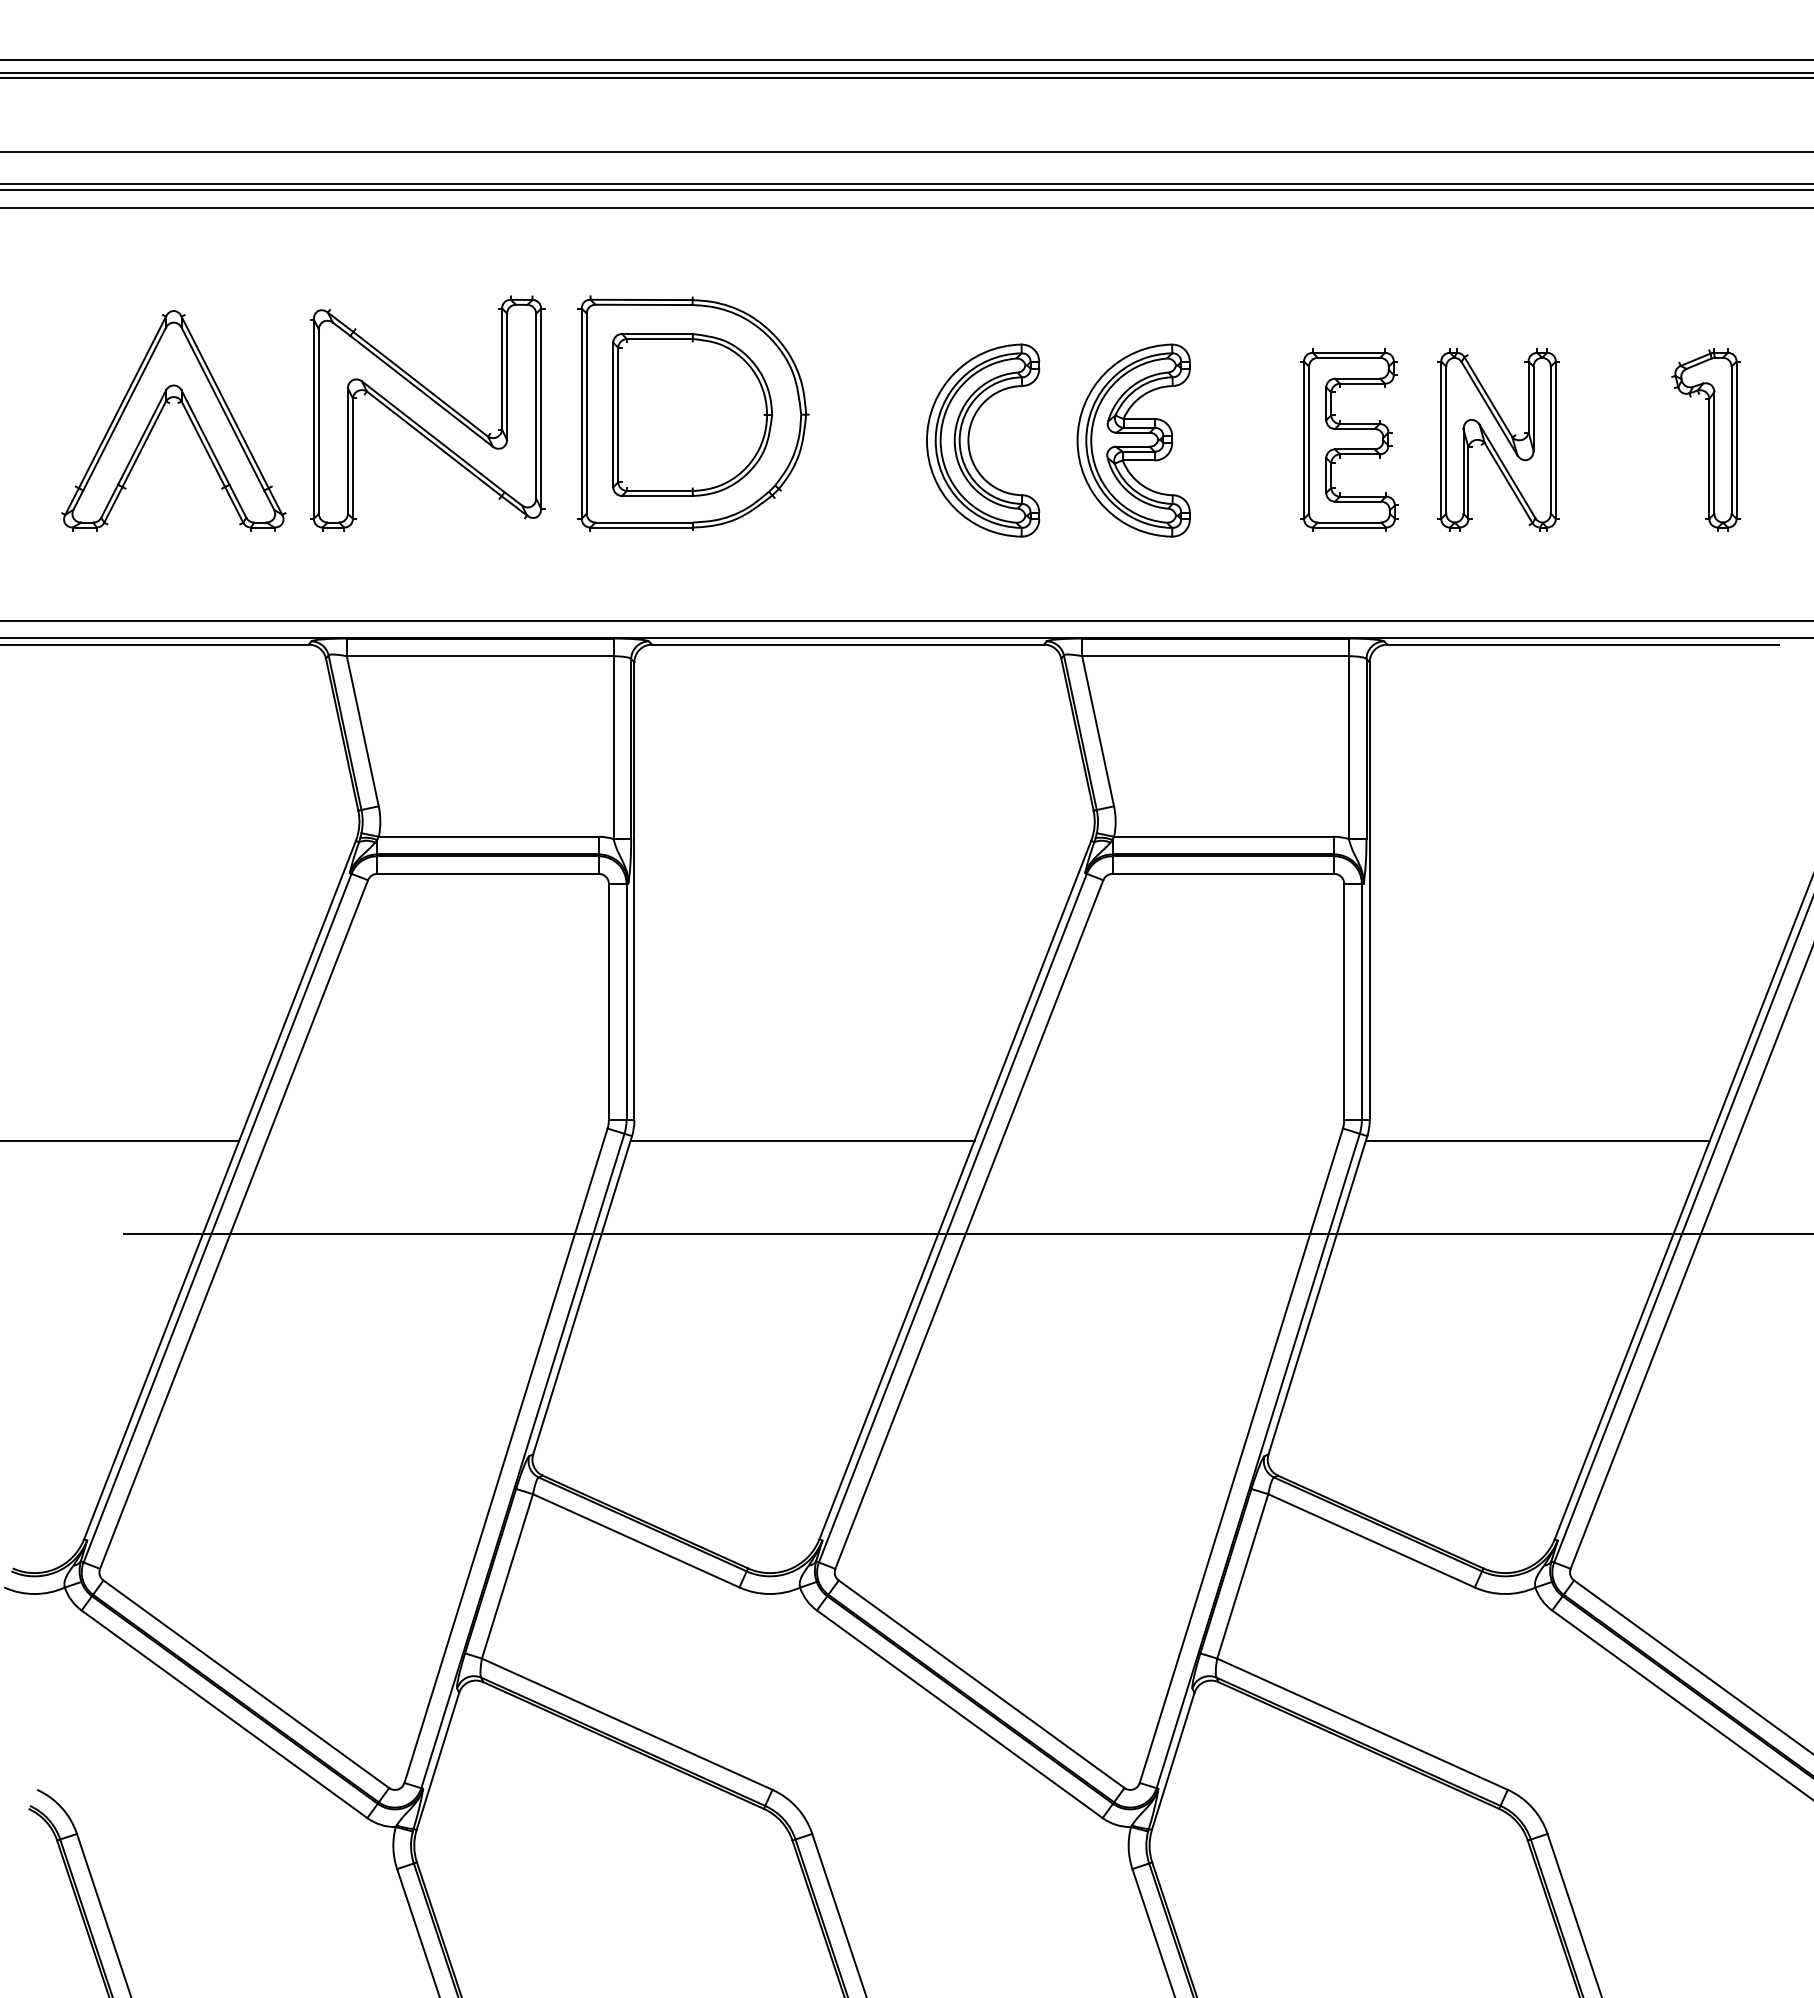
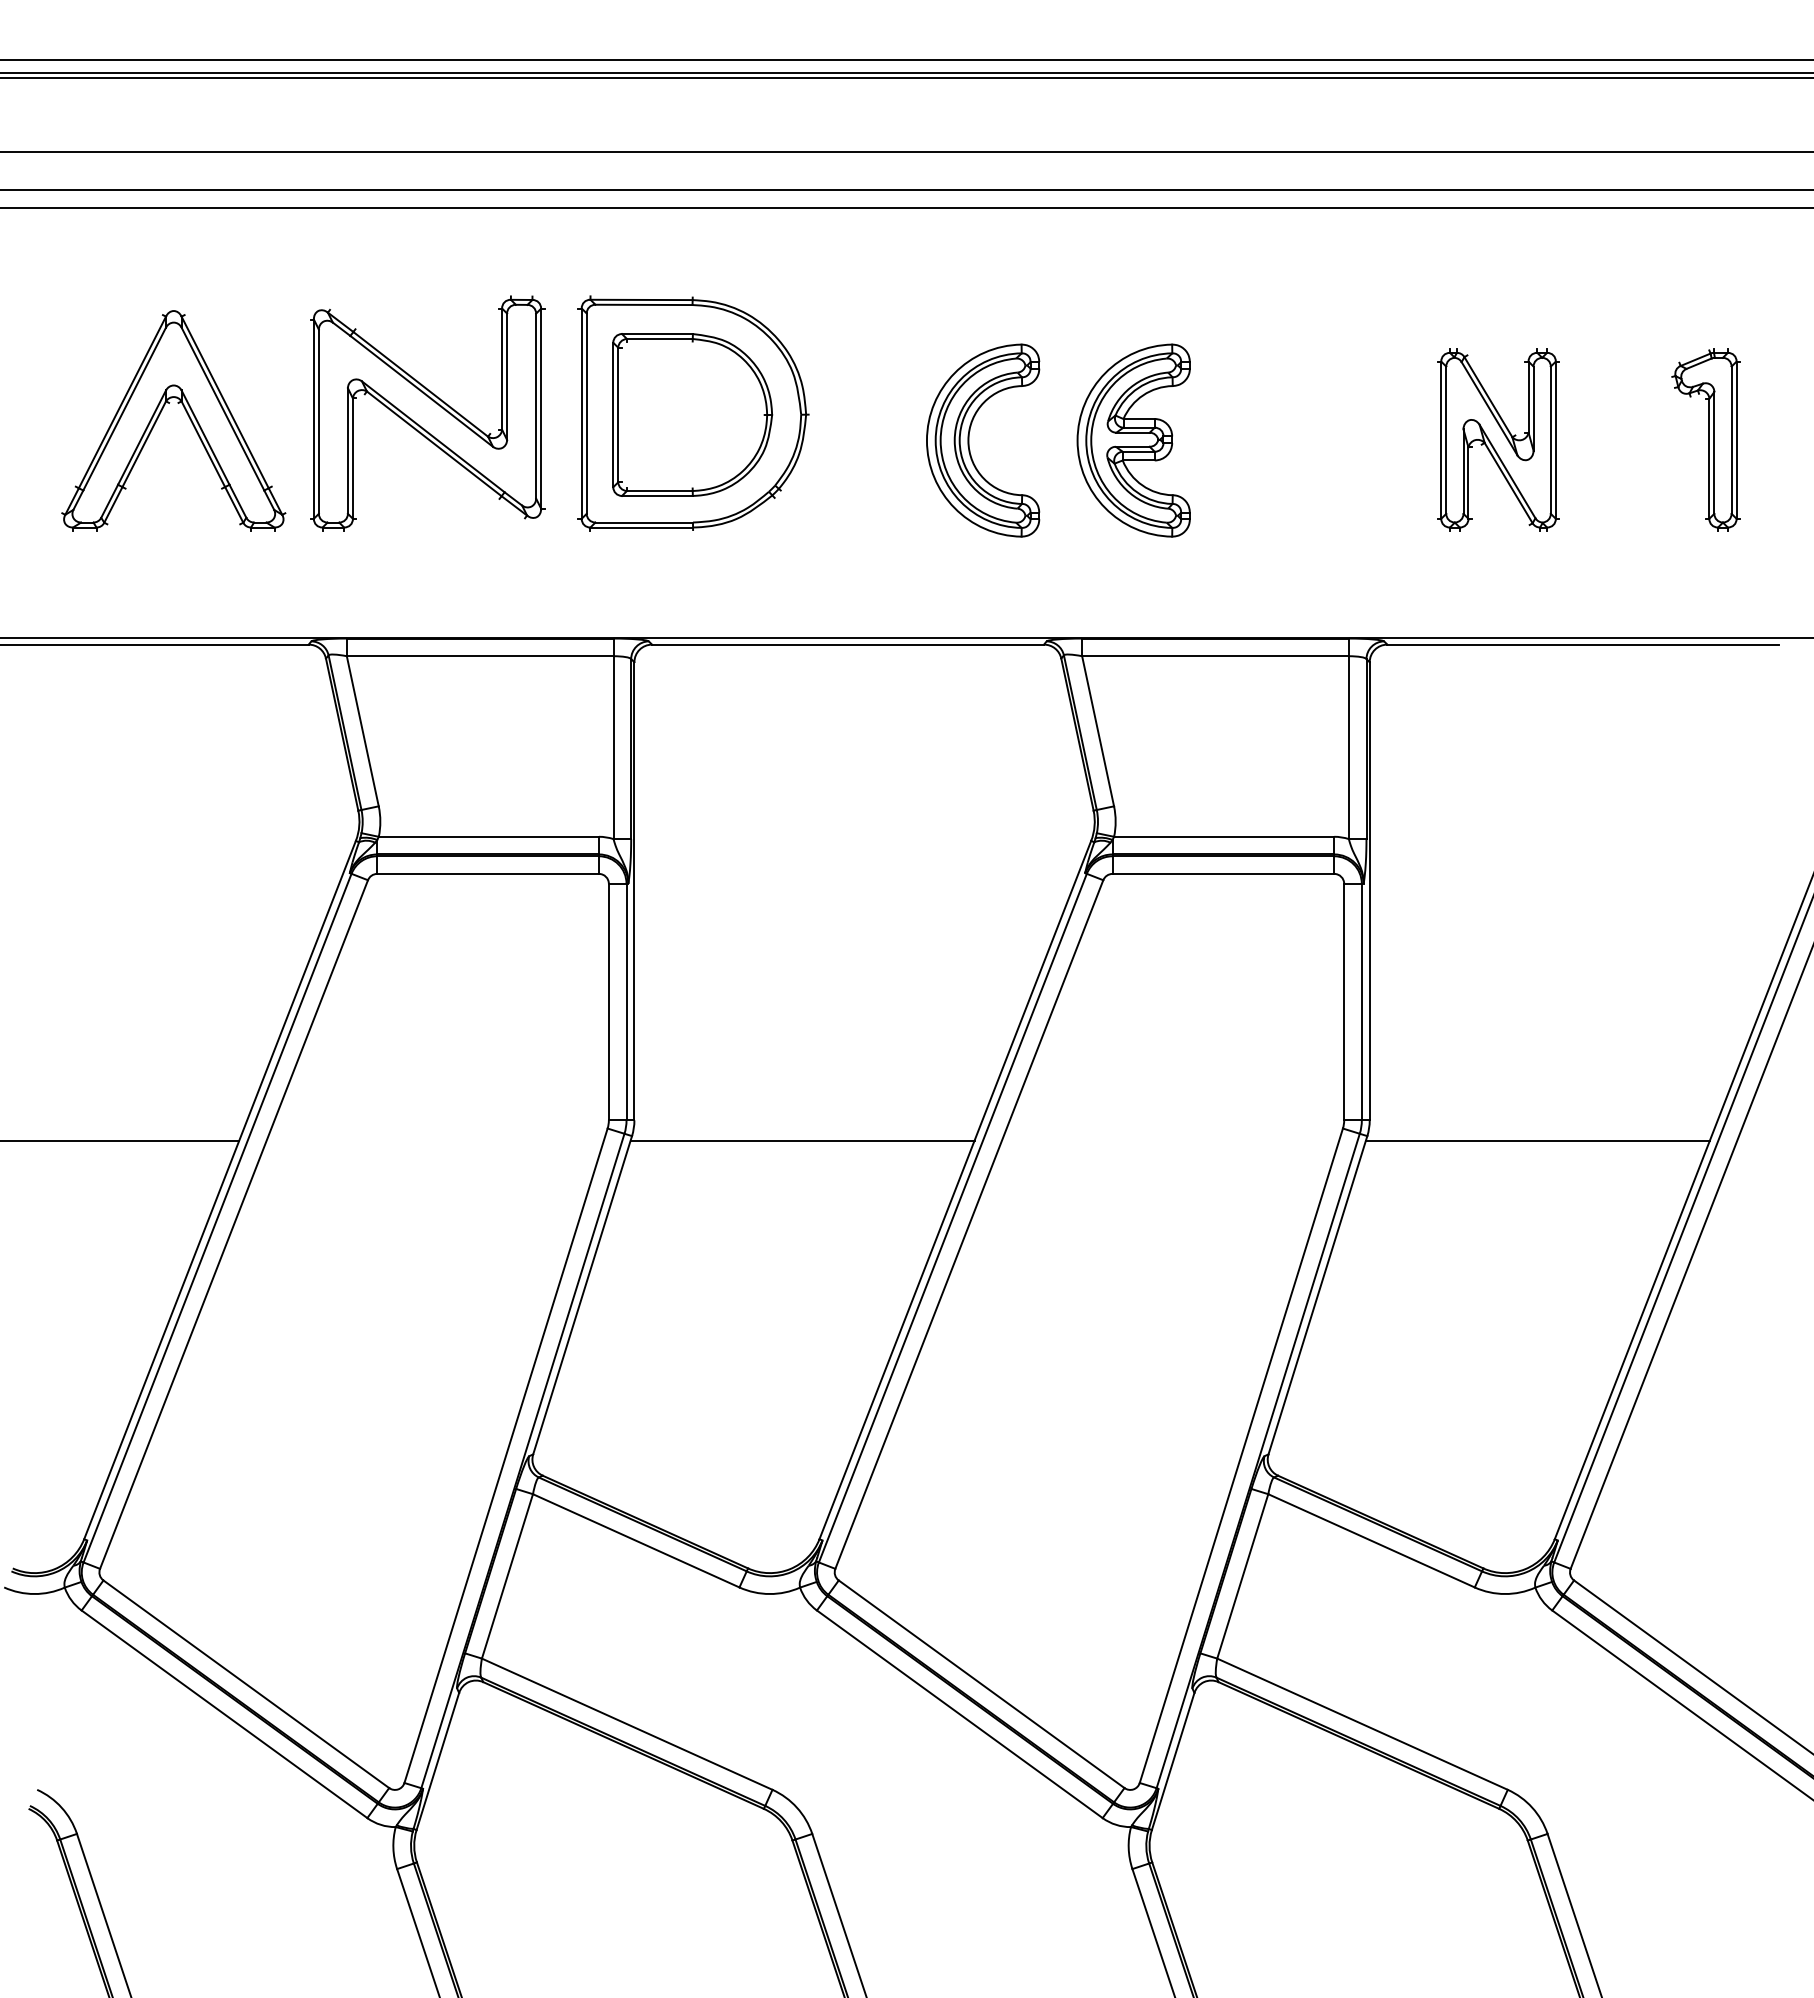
line at (906, 183): present -> none
part at (1349, 439): present -> none
line at (906, 620): present -> none
line at (966, 1233): present -> none
